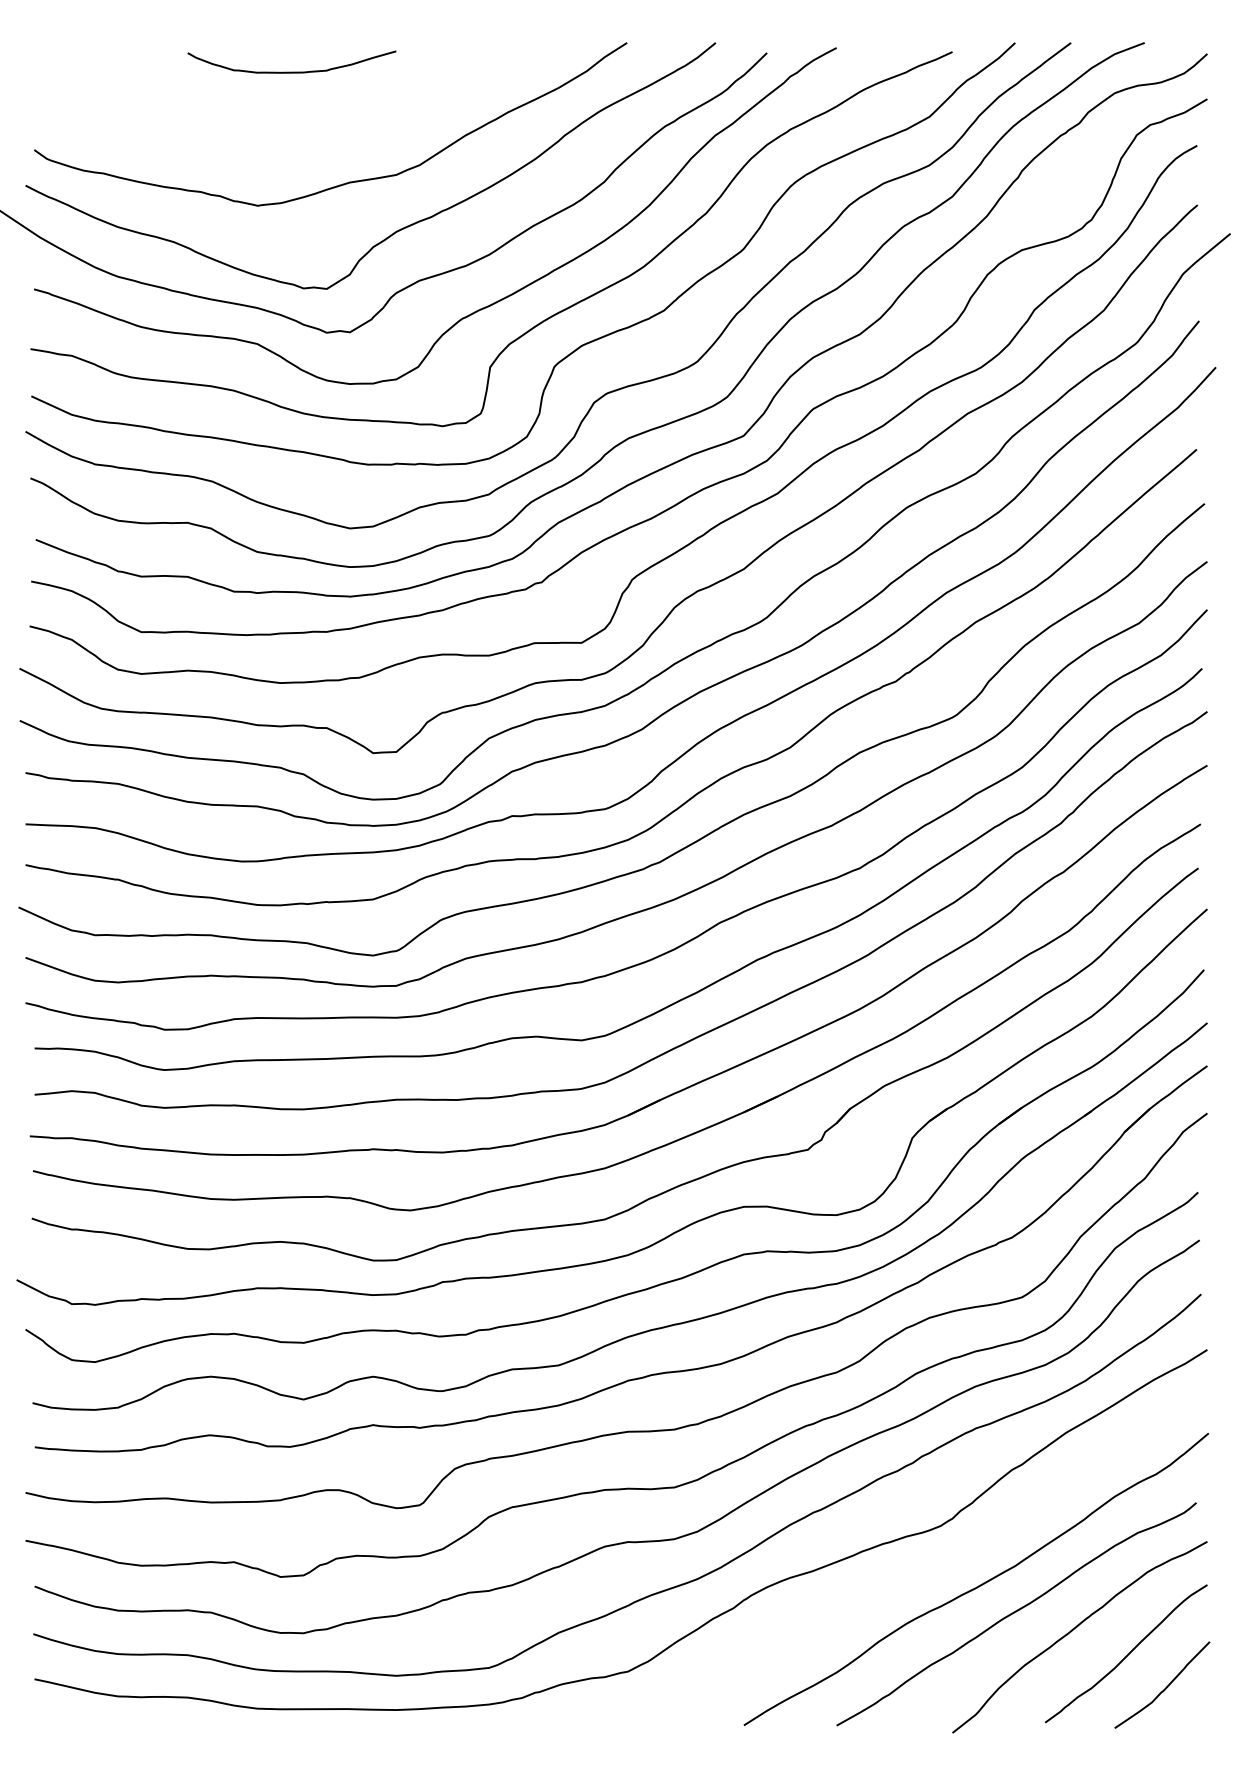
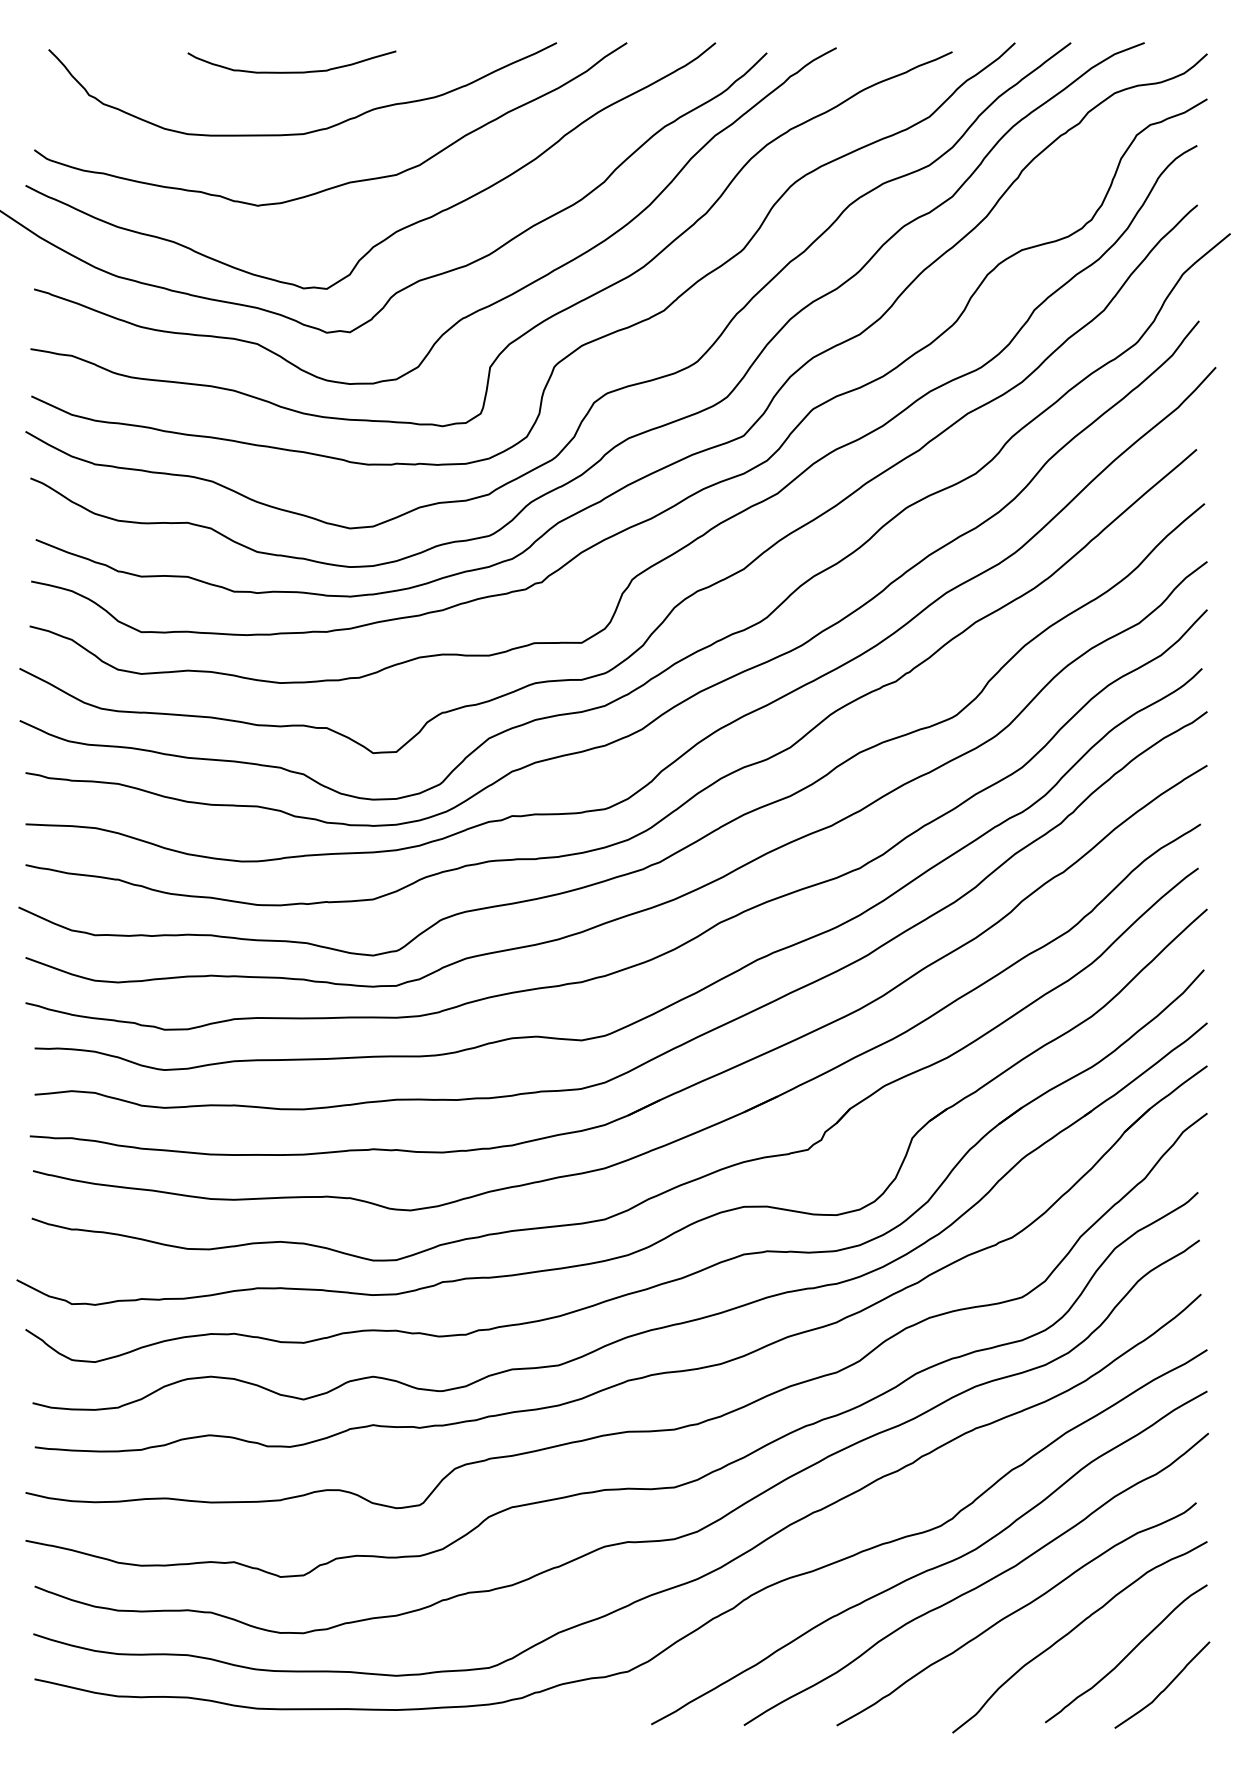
curve at (312, 130): none -> present
curve at (932, 1567): none -> present
